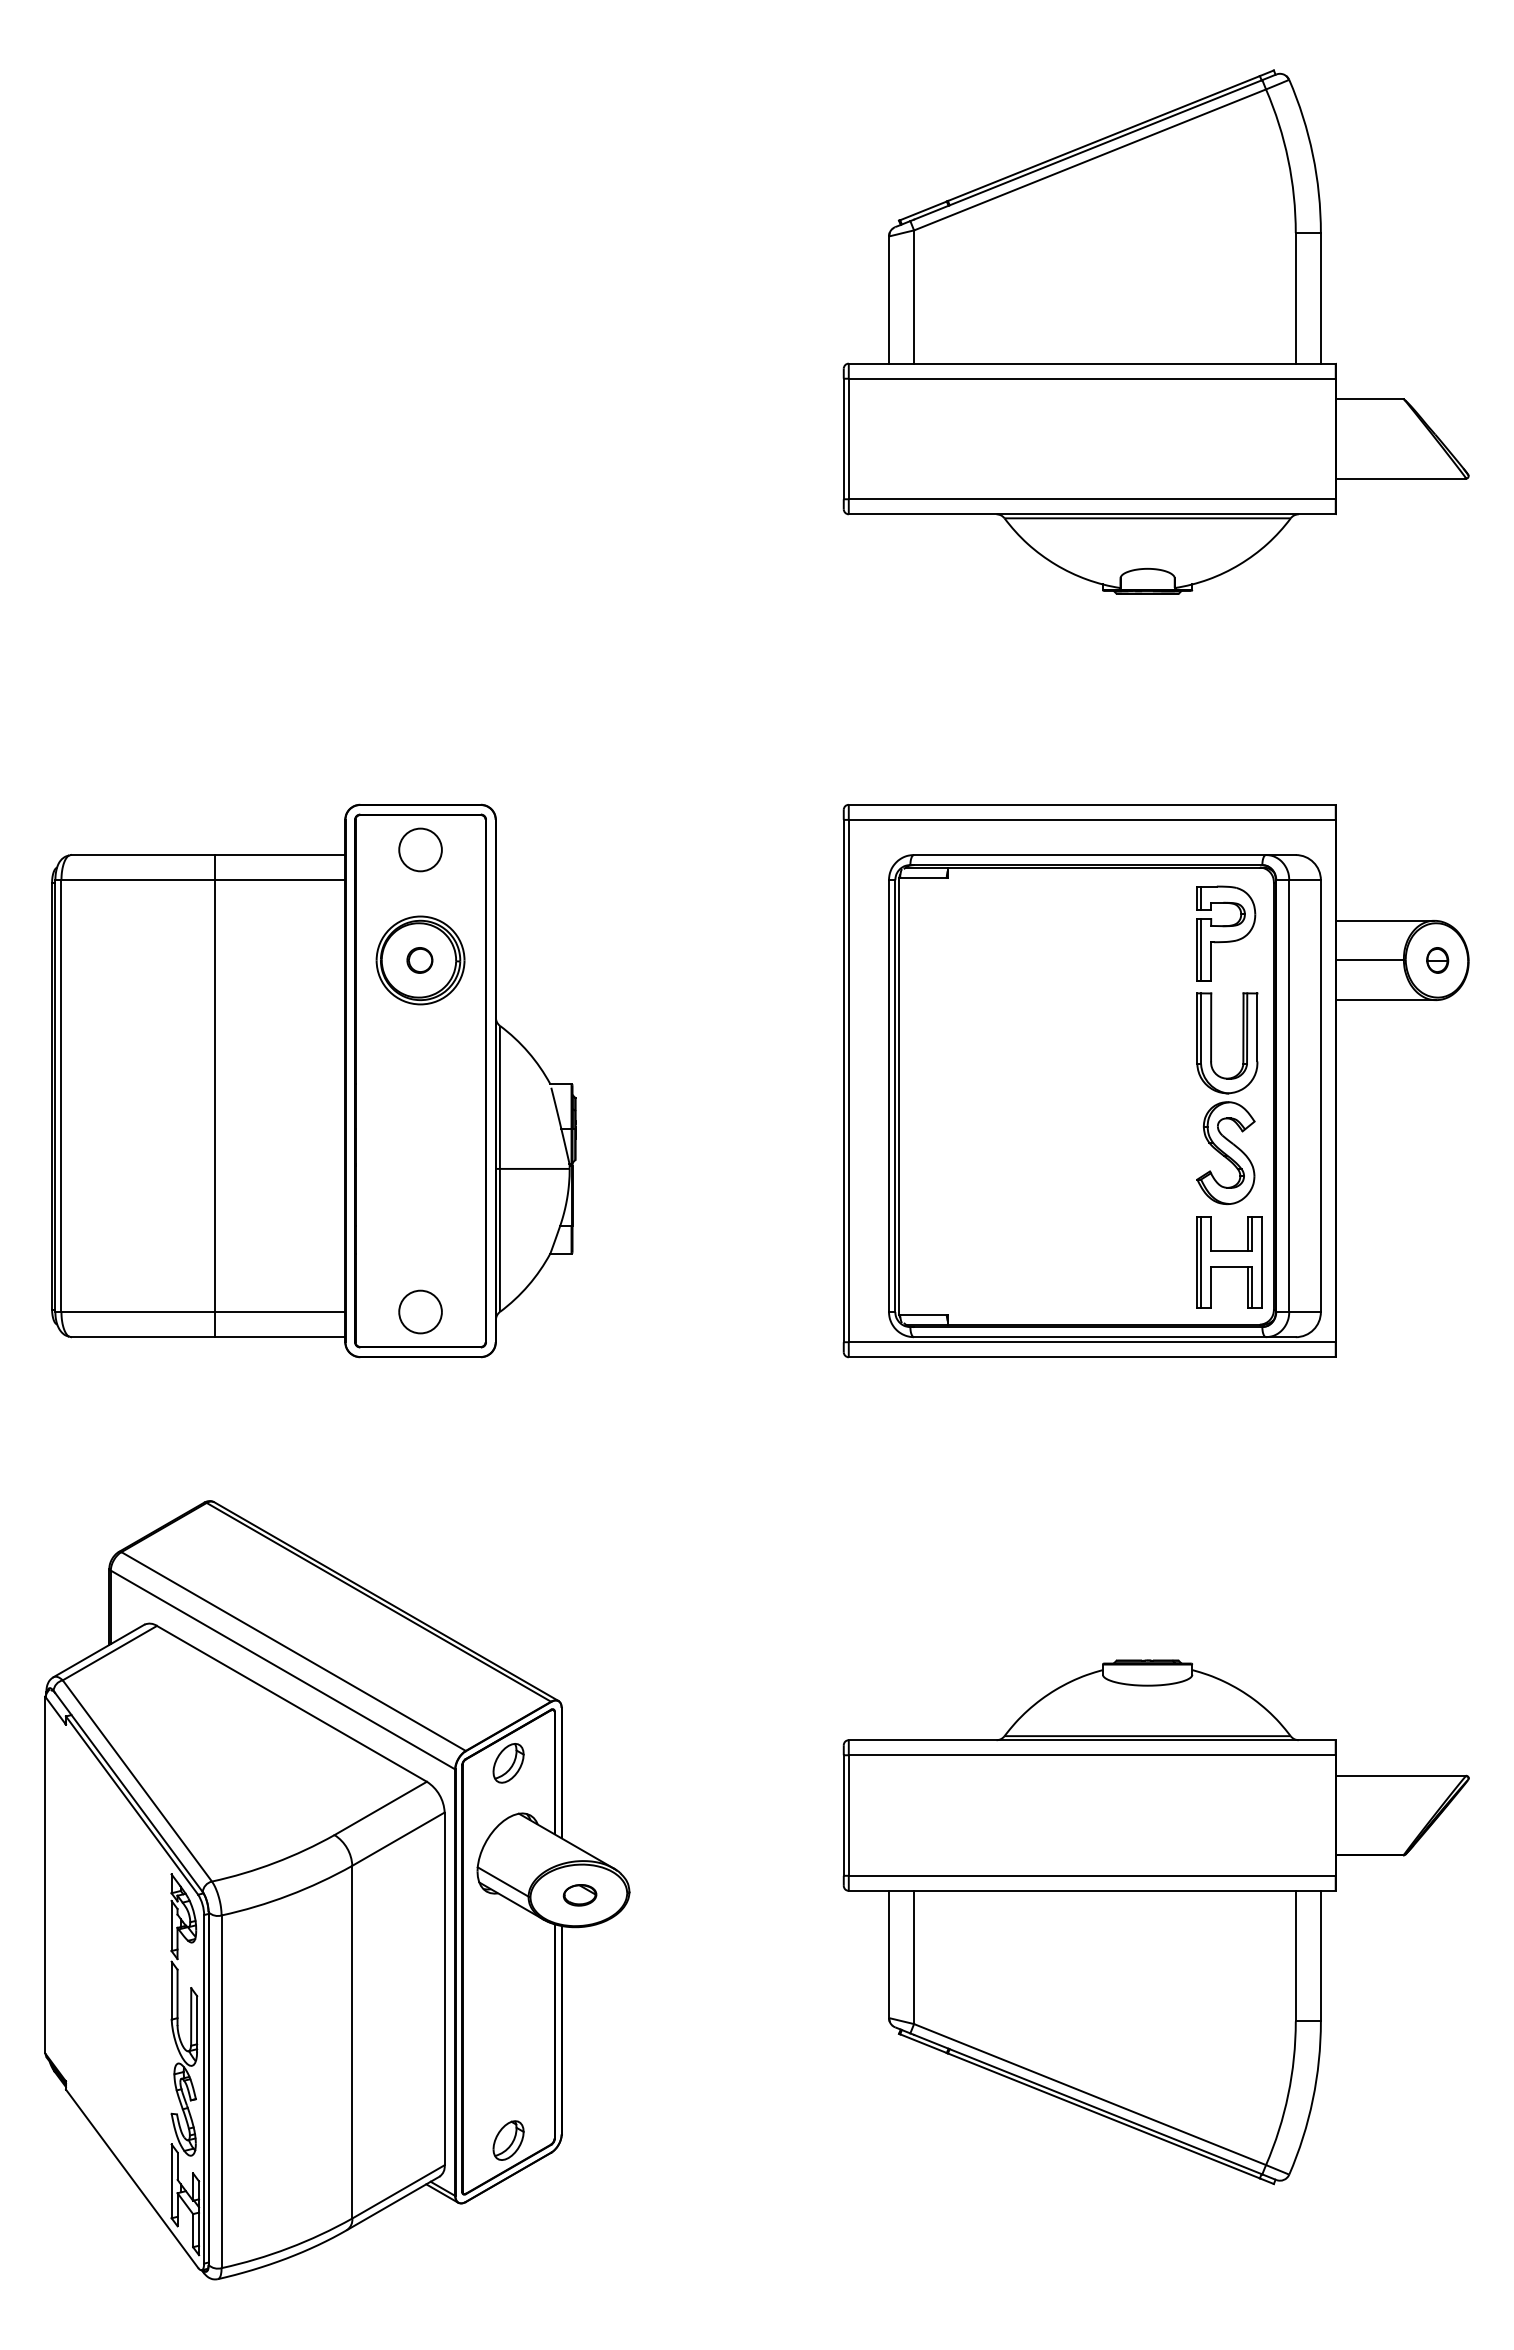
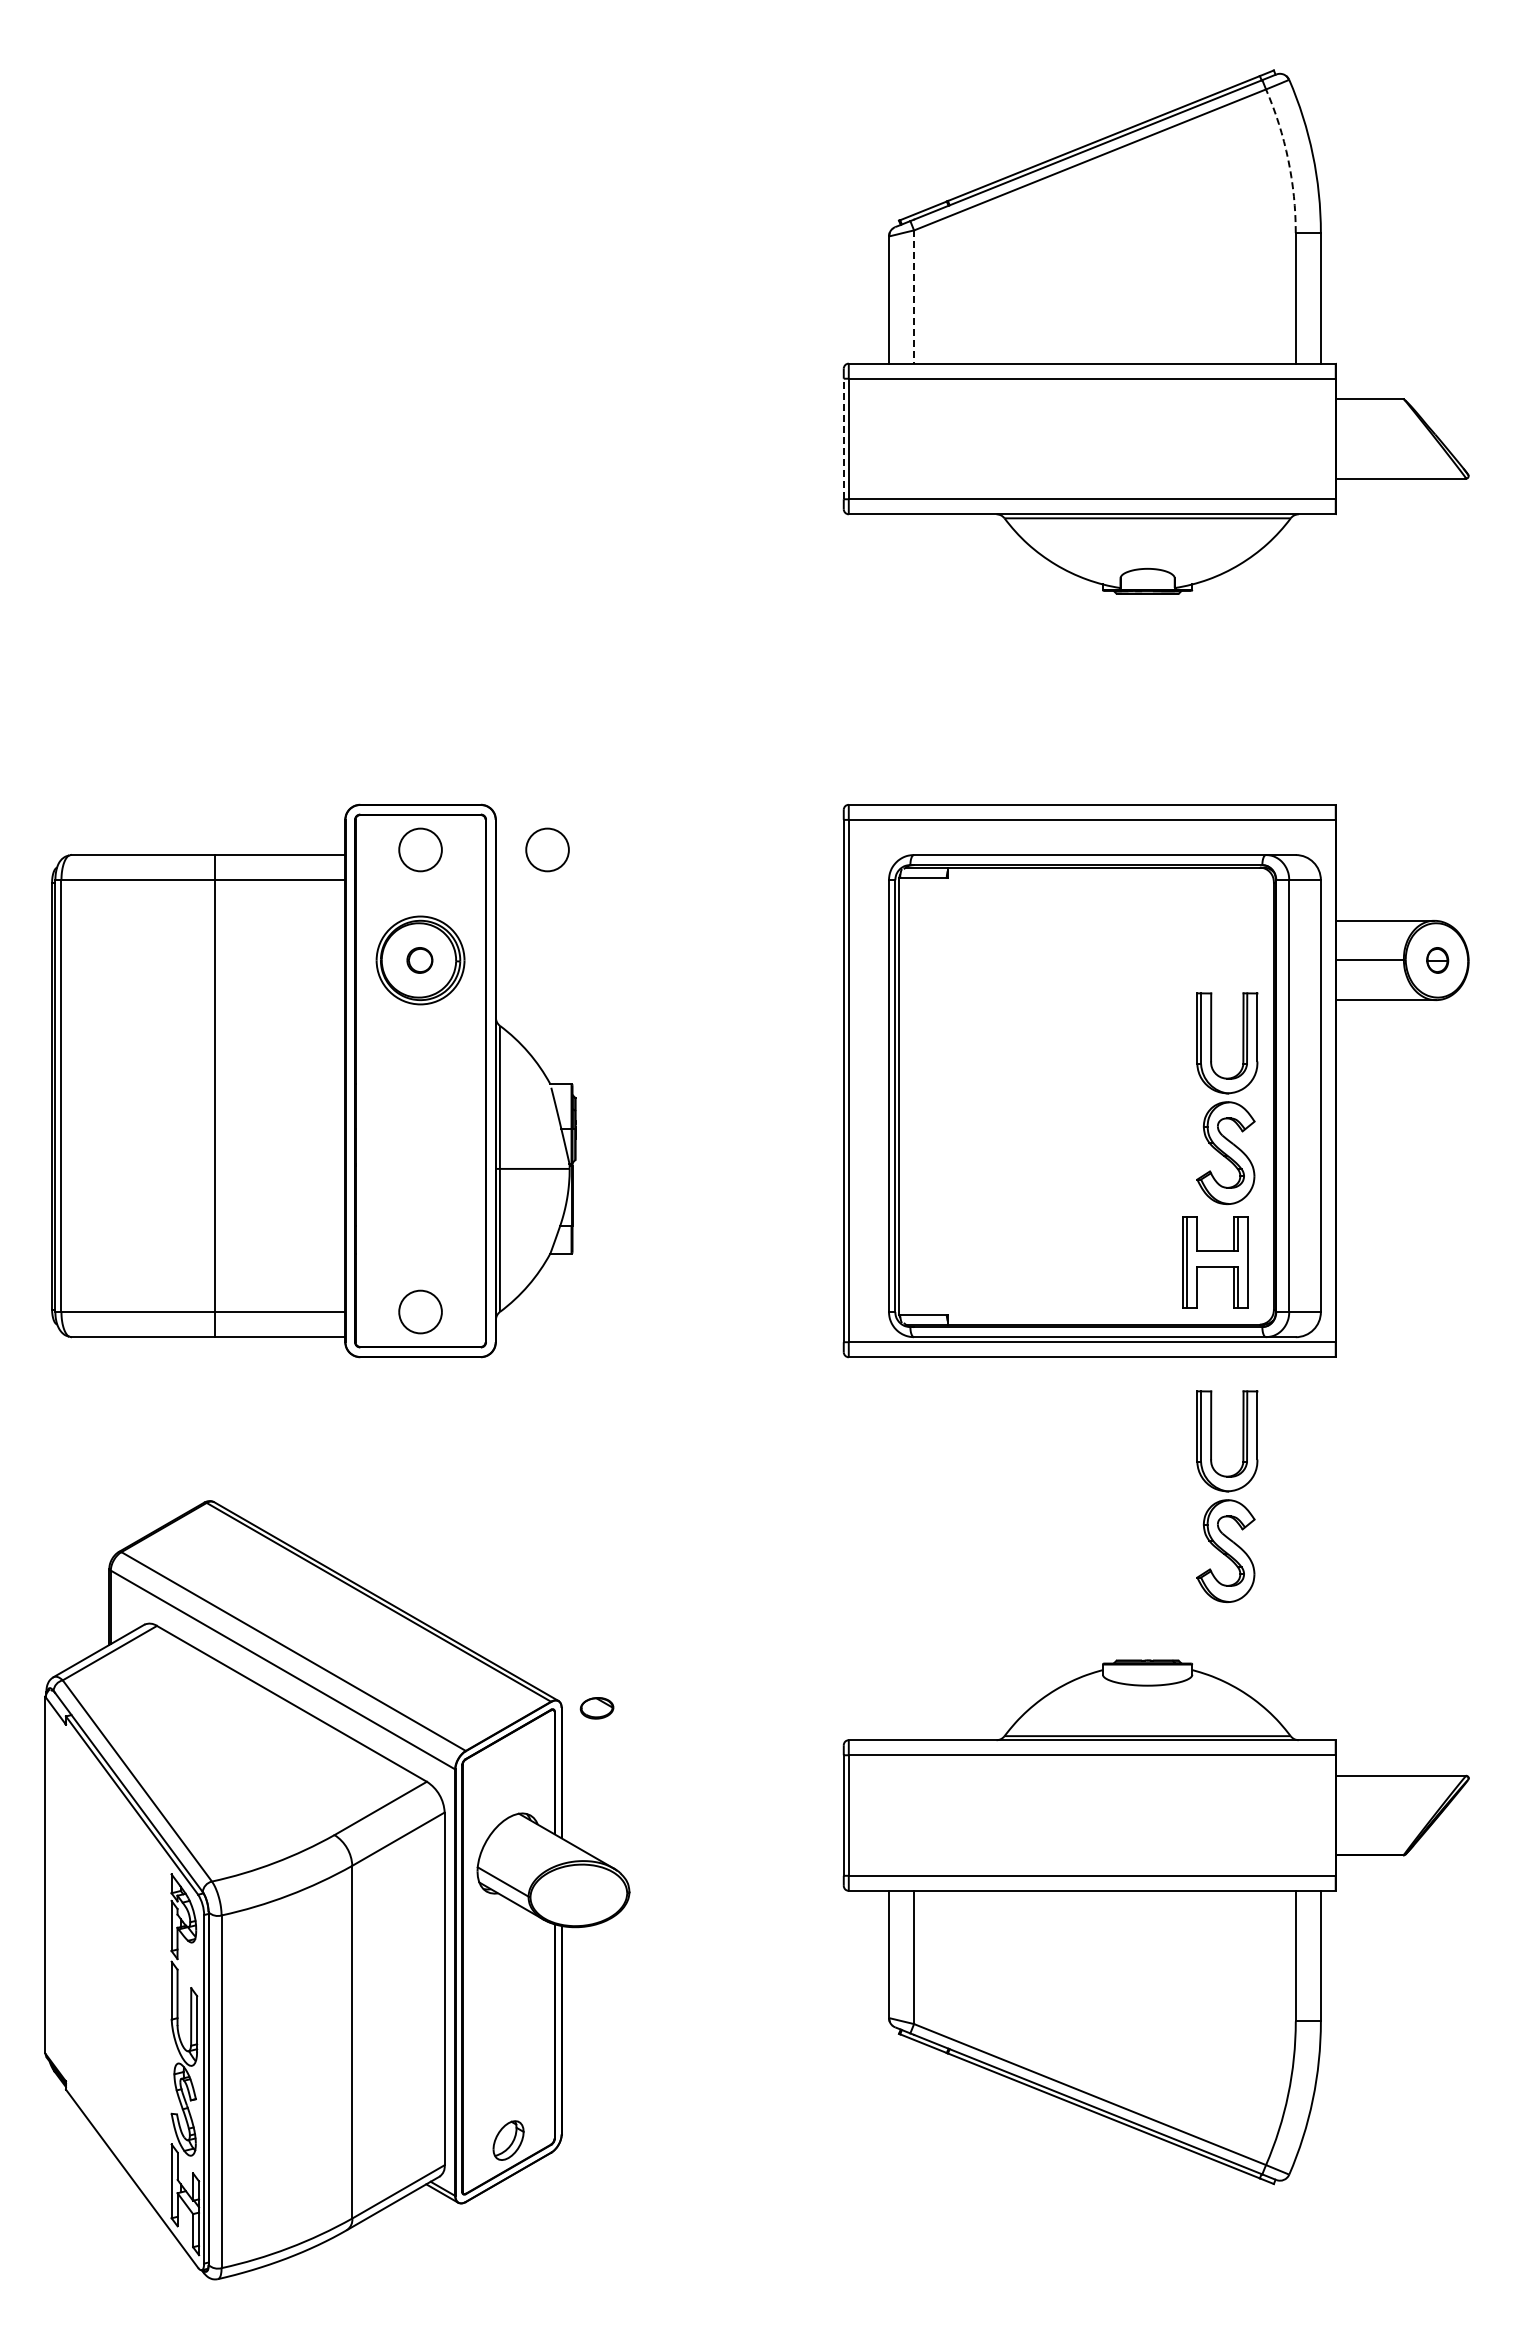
arc at (1288, 159): solid -> dashed
line at (914, 297): solid -> dashed
line at (843, 438): solid -> dashed
part at (547, 849): none -> present
part at (1226, 933): present -> none
part at (1229, 1262) position: (1229, 1262) -> (1215, 1262)
part at (1227, 1496): none -> present
part at (508, 1763): present -> none
part at (579, 1895) position: (579, 1895) -> (596, 1708)
